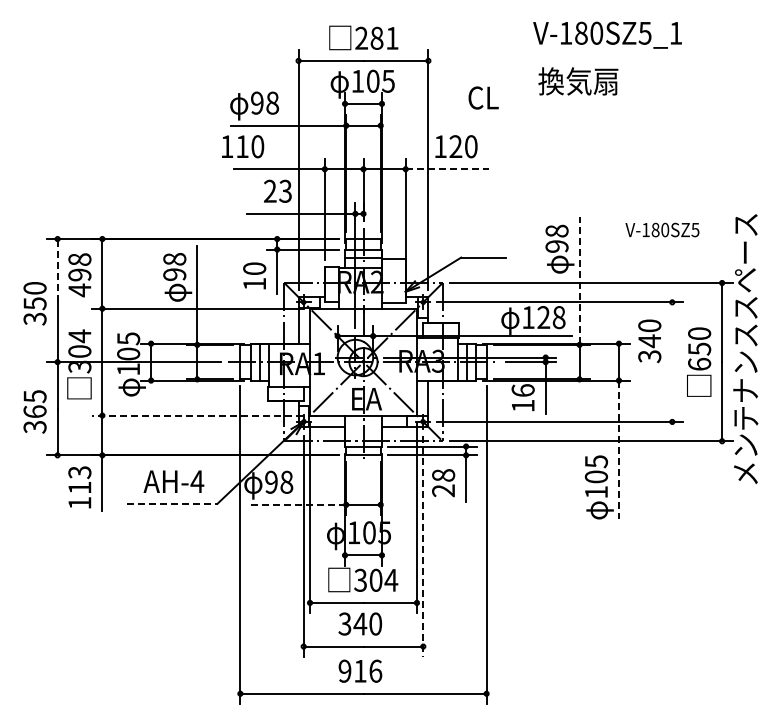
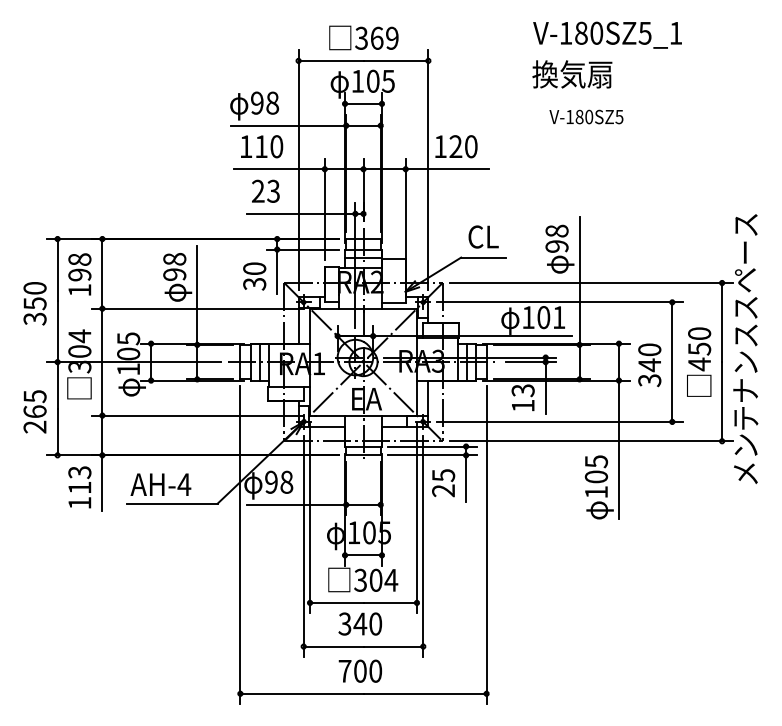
text at (376, 37): 281 -> 369
text at (578, 81) position: (578, 81) -> (572, 74)
text at (483, 97) position: (483, 97) -> (483, 236)
text at (243, 146) position: (243, 146) -> (262, 146)
line at (448, 169): dashed -> solid
text at (277, 190) position: (277, 190) -> (265, 190)
text at (662, 229) position: (662, 229) -> (586, 116)
line at (57, 270): dashed -> solid
line at (579, 280): dashed -> solid
text at (254, 284): 10 -> 30
text at (79, 290): 498 -> 198
text at (551, 317): 128 -> 101
text at (649, 341) position: (649, 341) -> (649, 365)
line at (672, 362): none -> present
text at (699, 364): 650 -> 450
text at (522, 390): 16 -> 13
line at (197, 415): dashed -> solid
text at (35, 426): 365 -> 265
line at (618, 450): dashed -> solid
text at (443, 475): 28 -> 25
text at (173, 481) position: (173, 481) -> (160, 484)
line at (172, 503): dashed -> solid
line at (296, 504): dashed -> solid
line at (423, 546): dashed -> solid
text at (360, 670): 916 -> 700
